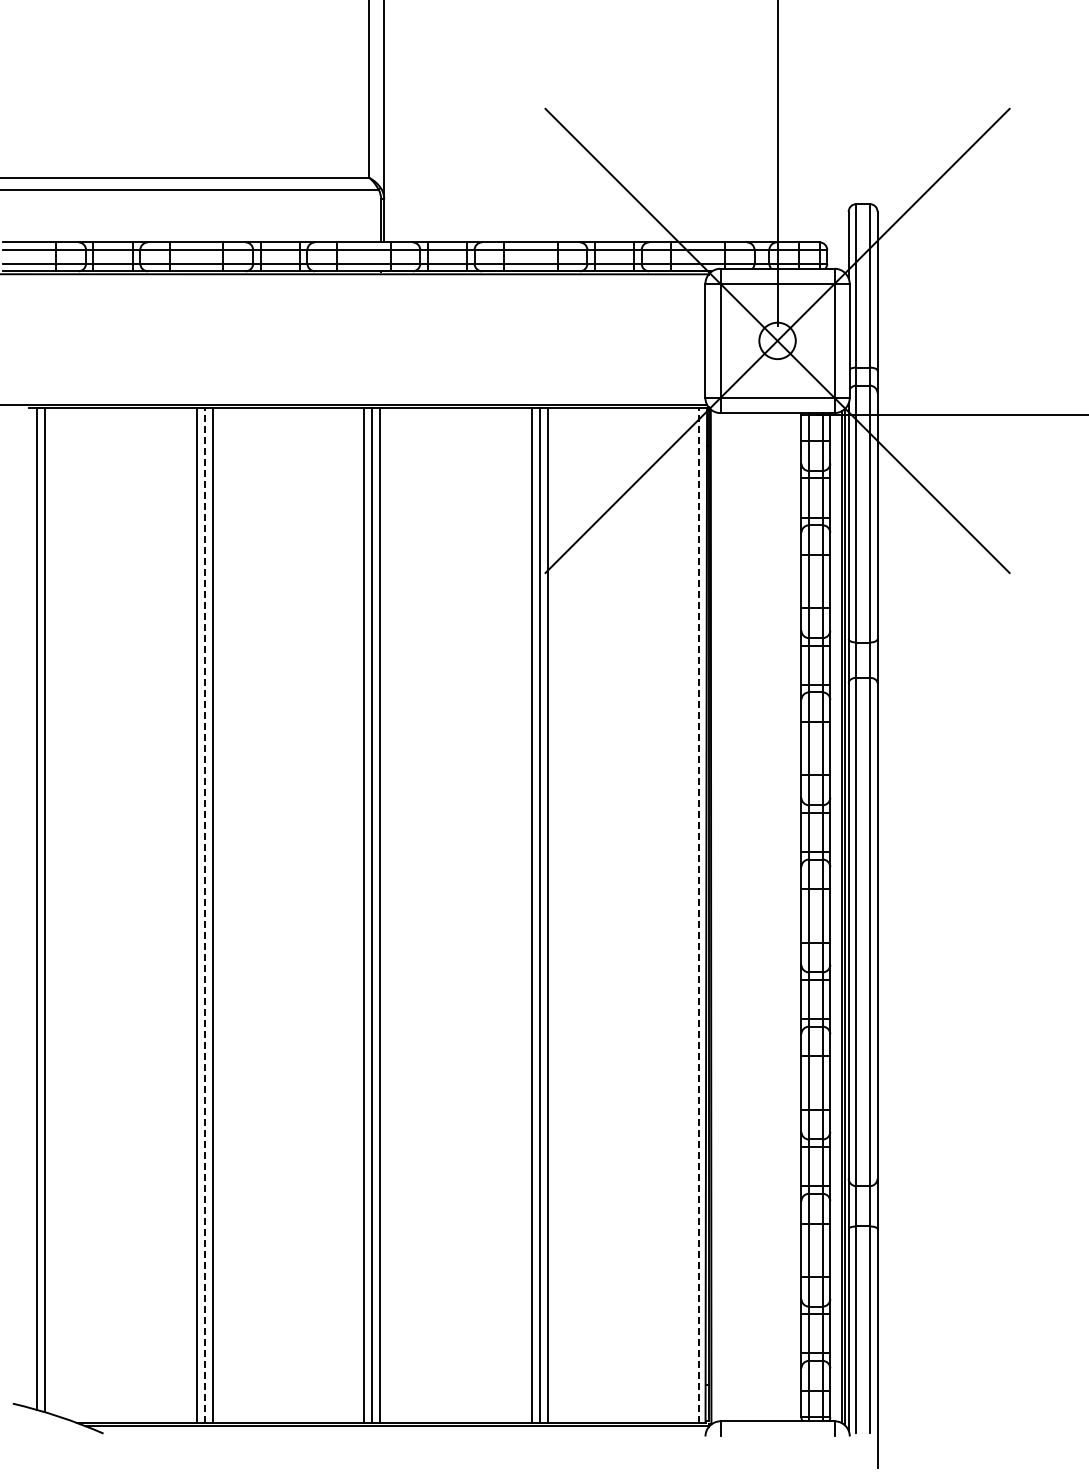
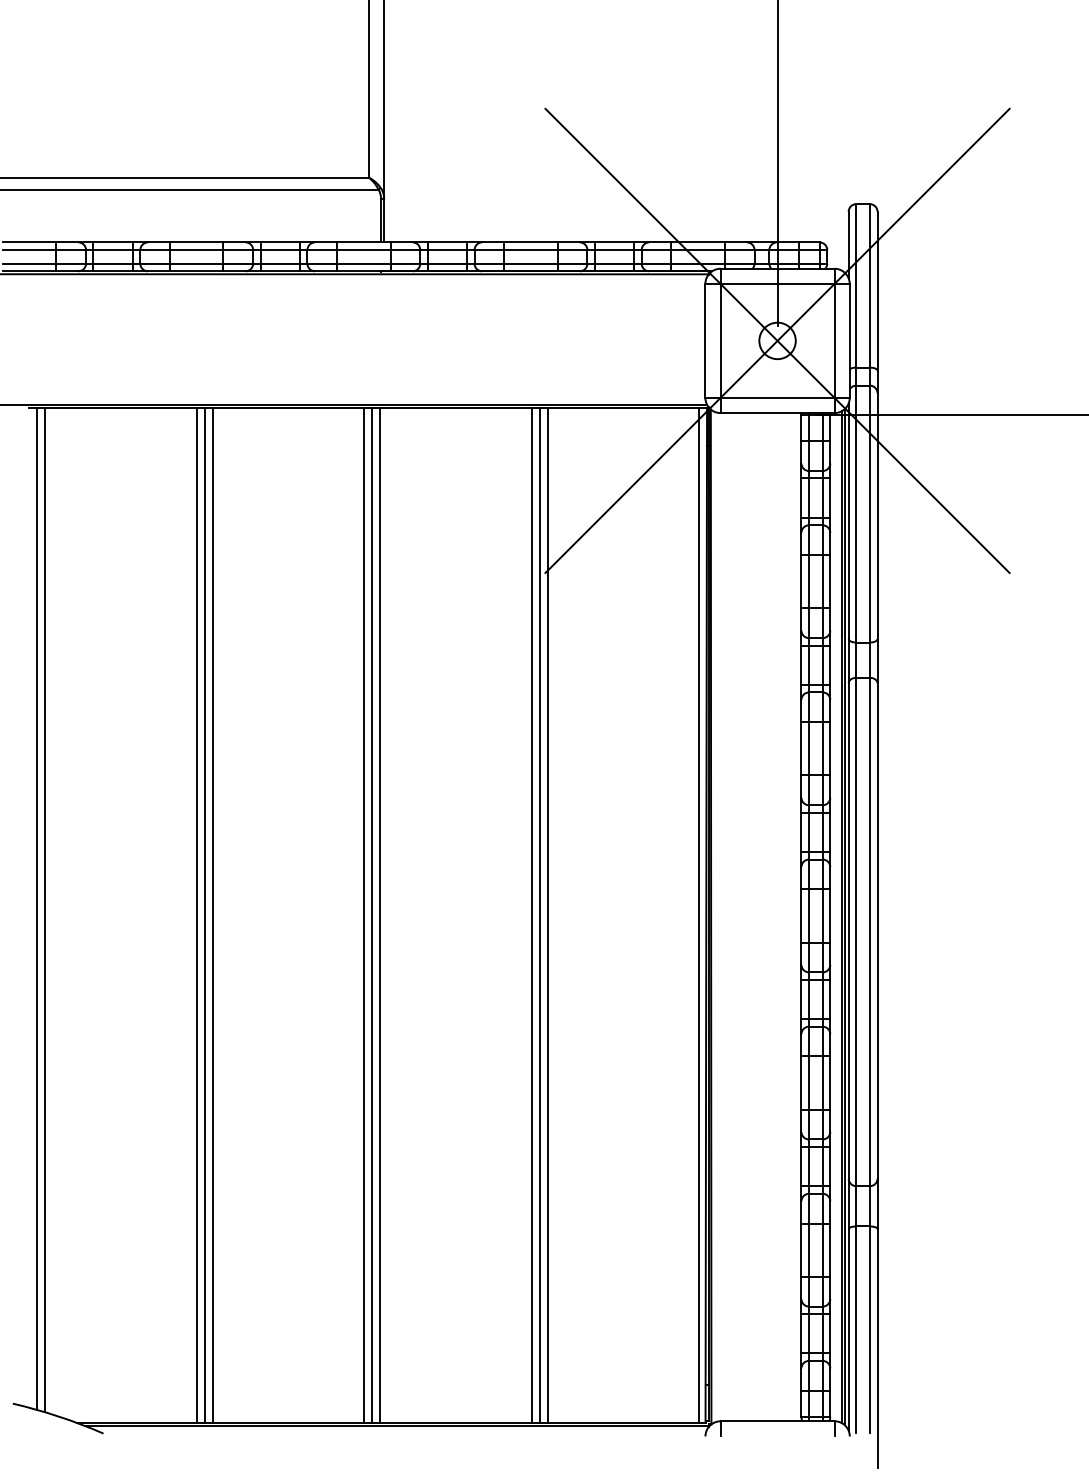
line at (204, 914): dashed -> solid
line at (699, 914): dashed -> solid
